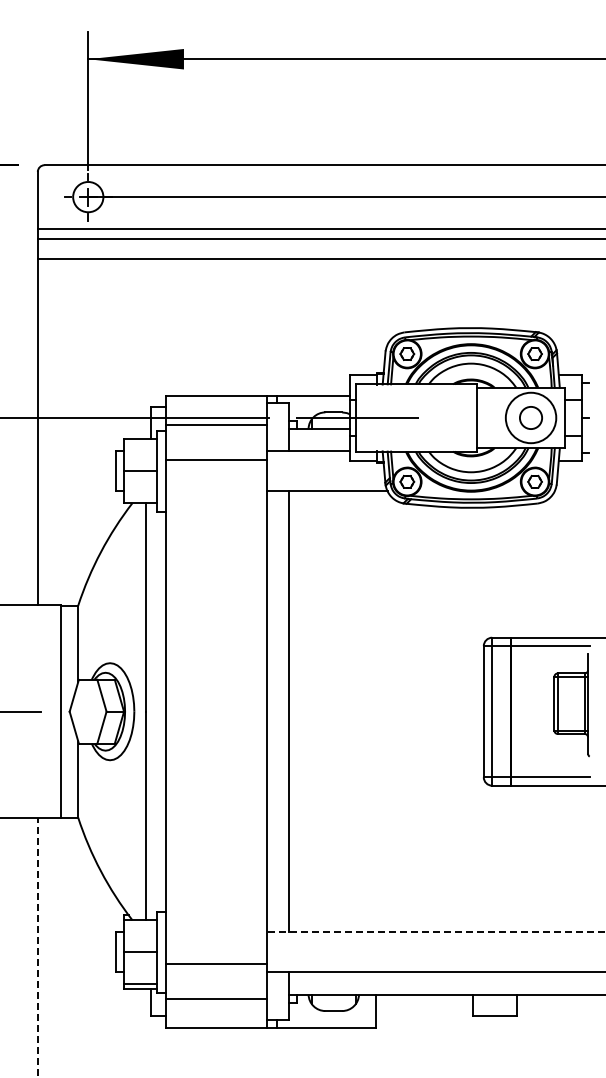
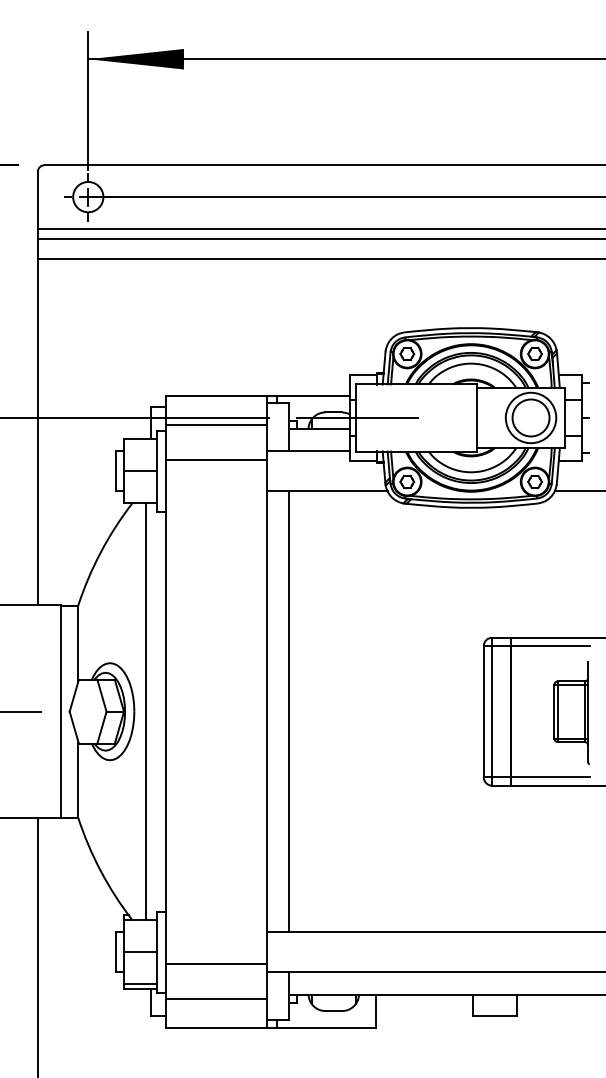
circle at (530, 417) diameter: 22 px -> 37 px
line at (578, 491): none -> present
part at (571, 705) position: (571, 705) -> (571, 713)
line at (435, 932): dashed -> solid
line at (37, 947): dashed -> solid
